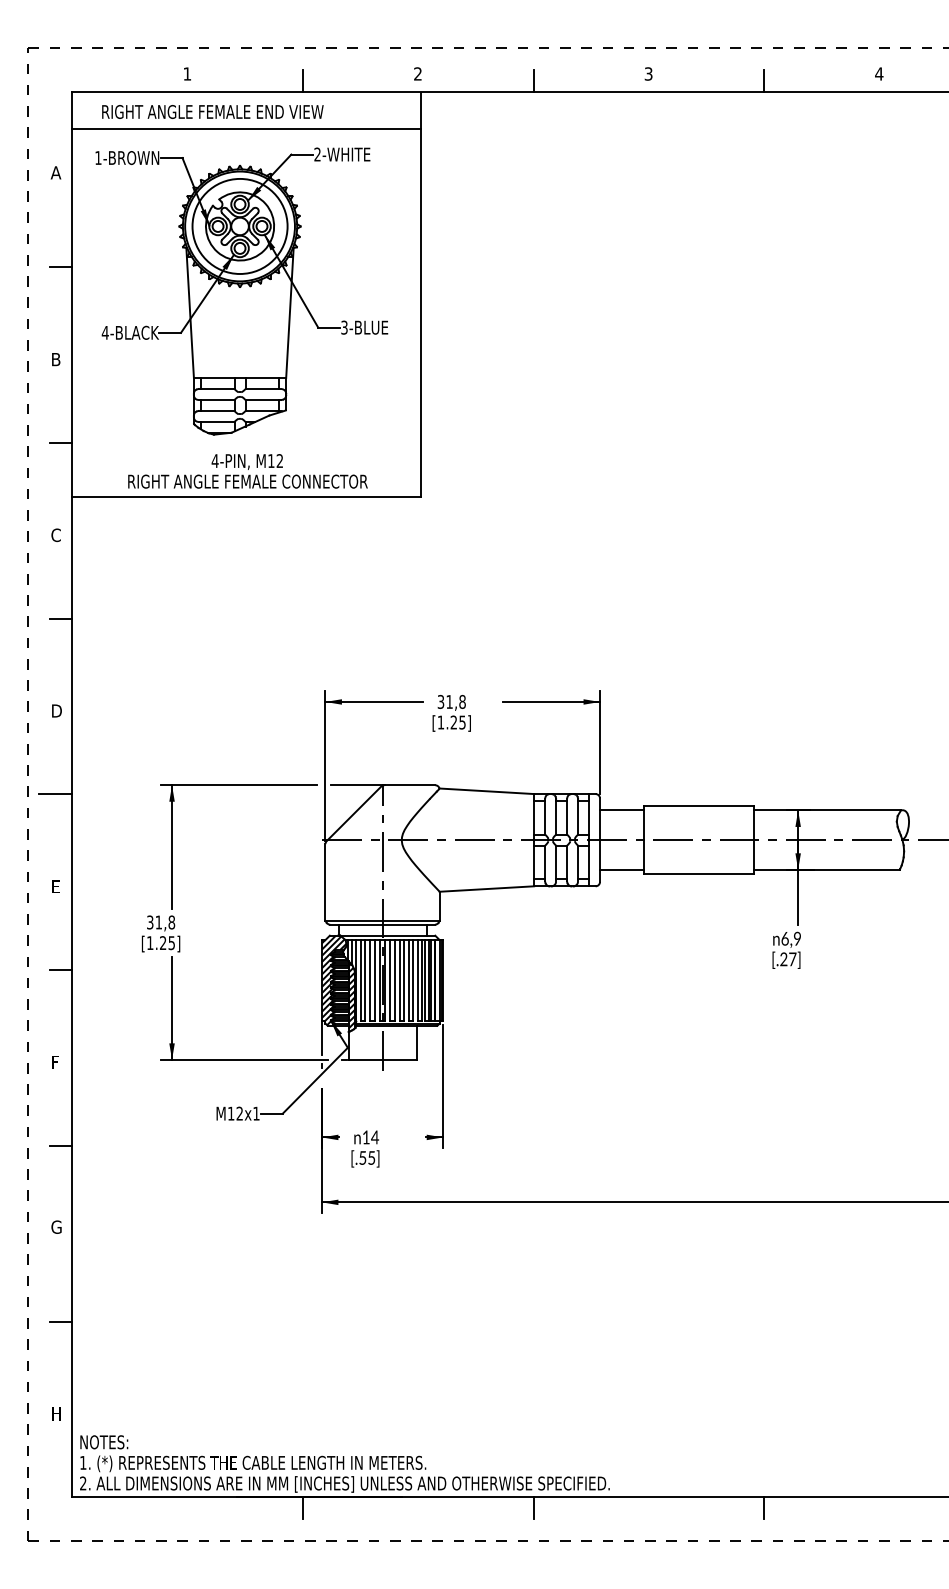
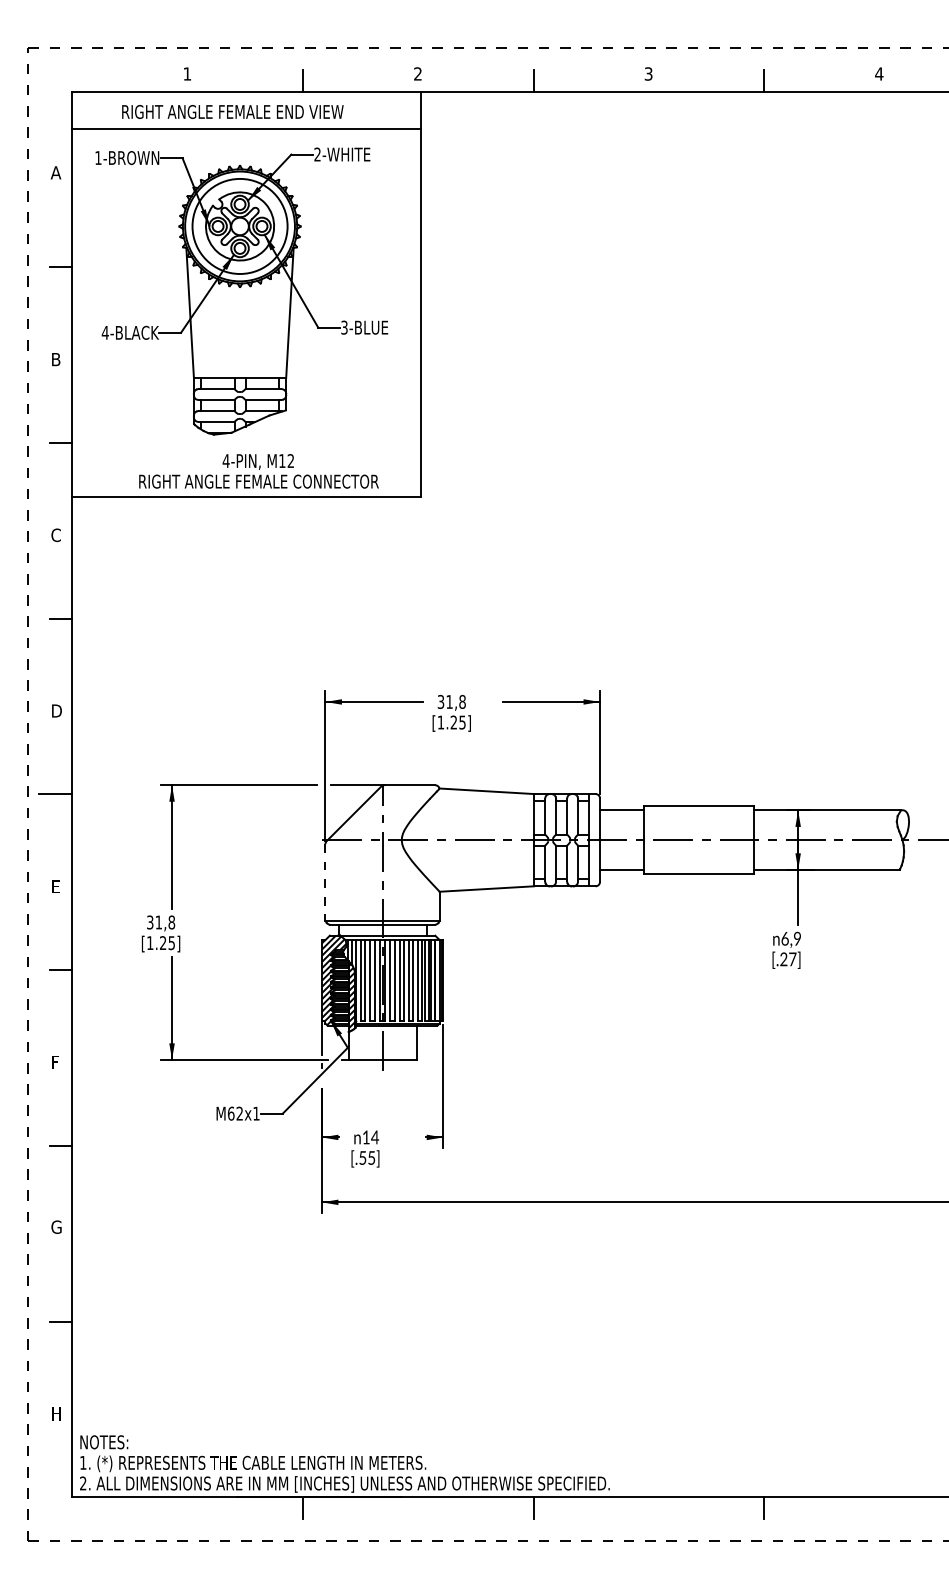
text at (212, 111) position: (212, 111) -> (232, 111)
text at (247, 471) position: (247, 471) -> (258, 471)
line at (325, 883): solid -> dashed
text at (230, 1113): M12x1 -> M62x1
